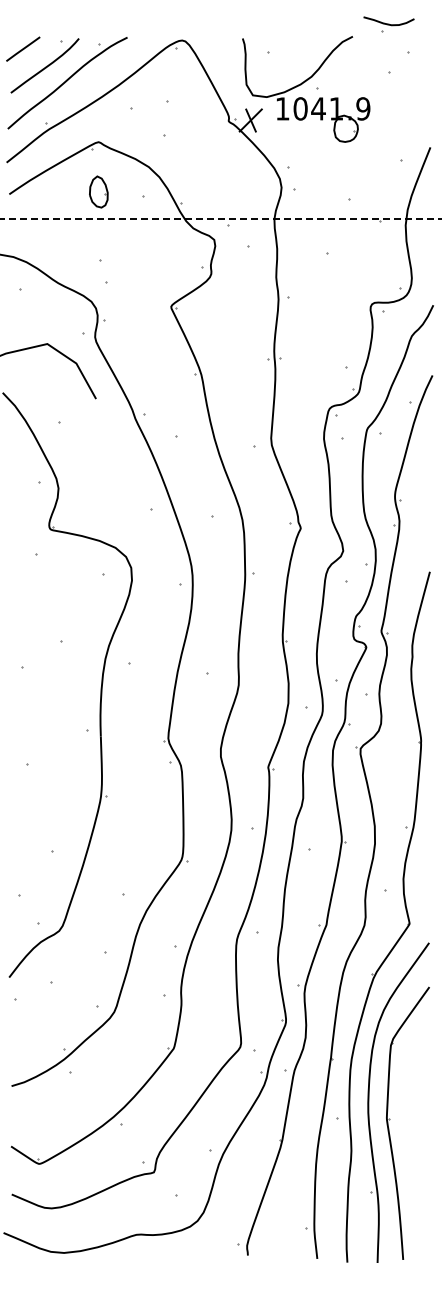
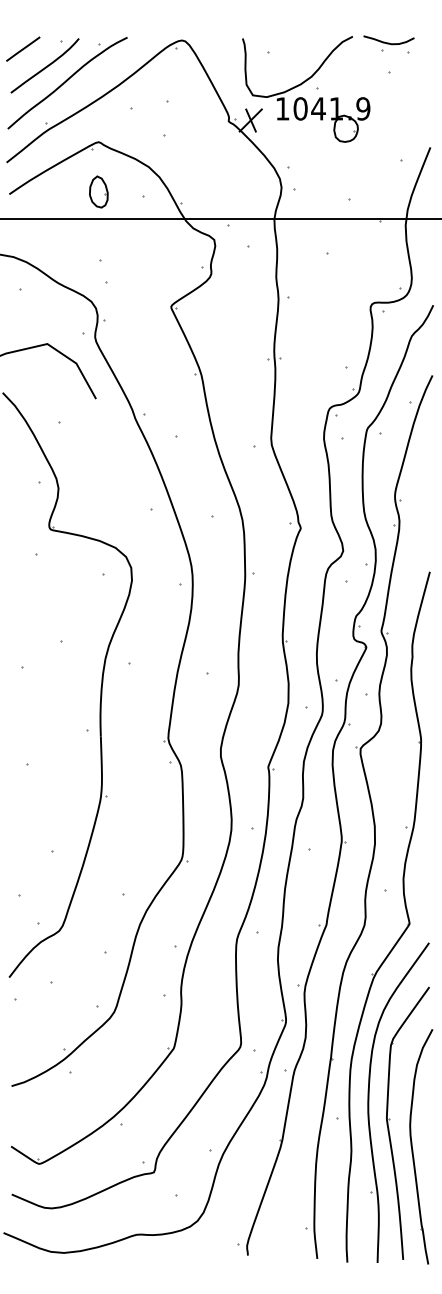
part at (388, 24) position: (388, 24) -> (388, 43)
line at (220, 218): dashed -> solid
part at (413, 1149): none -> present
